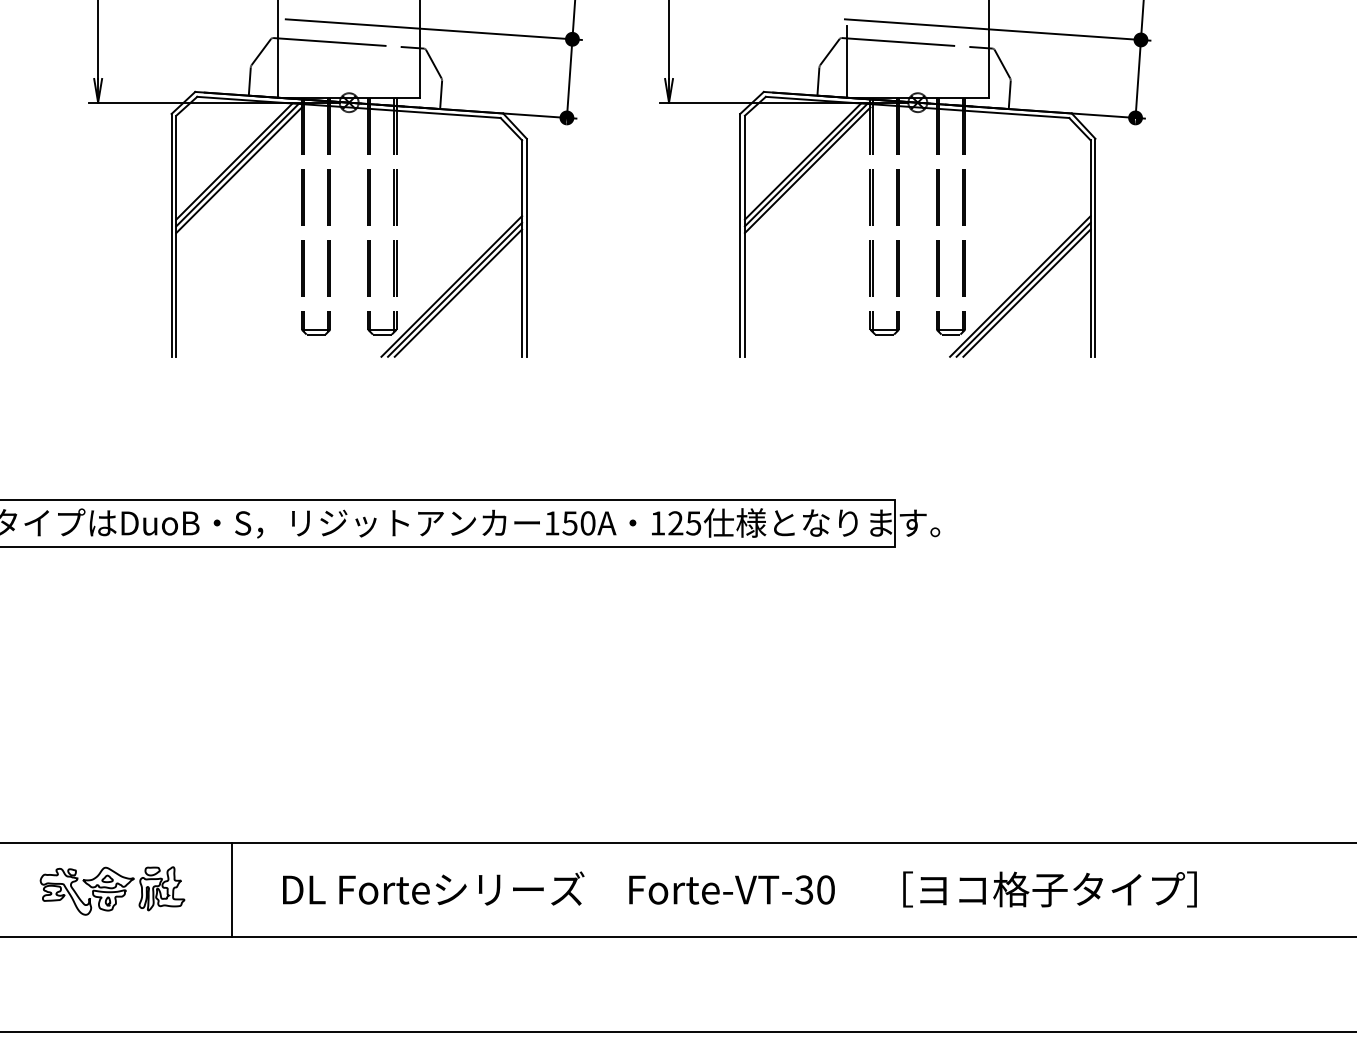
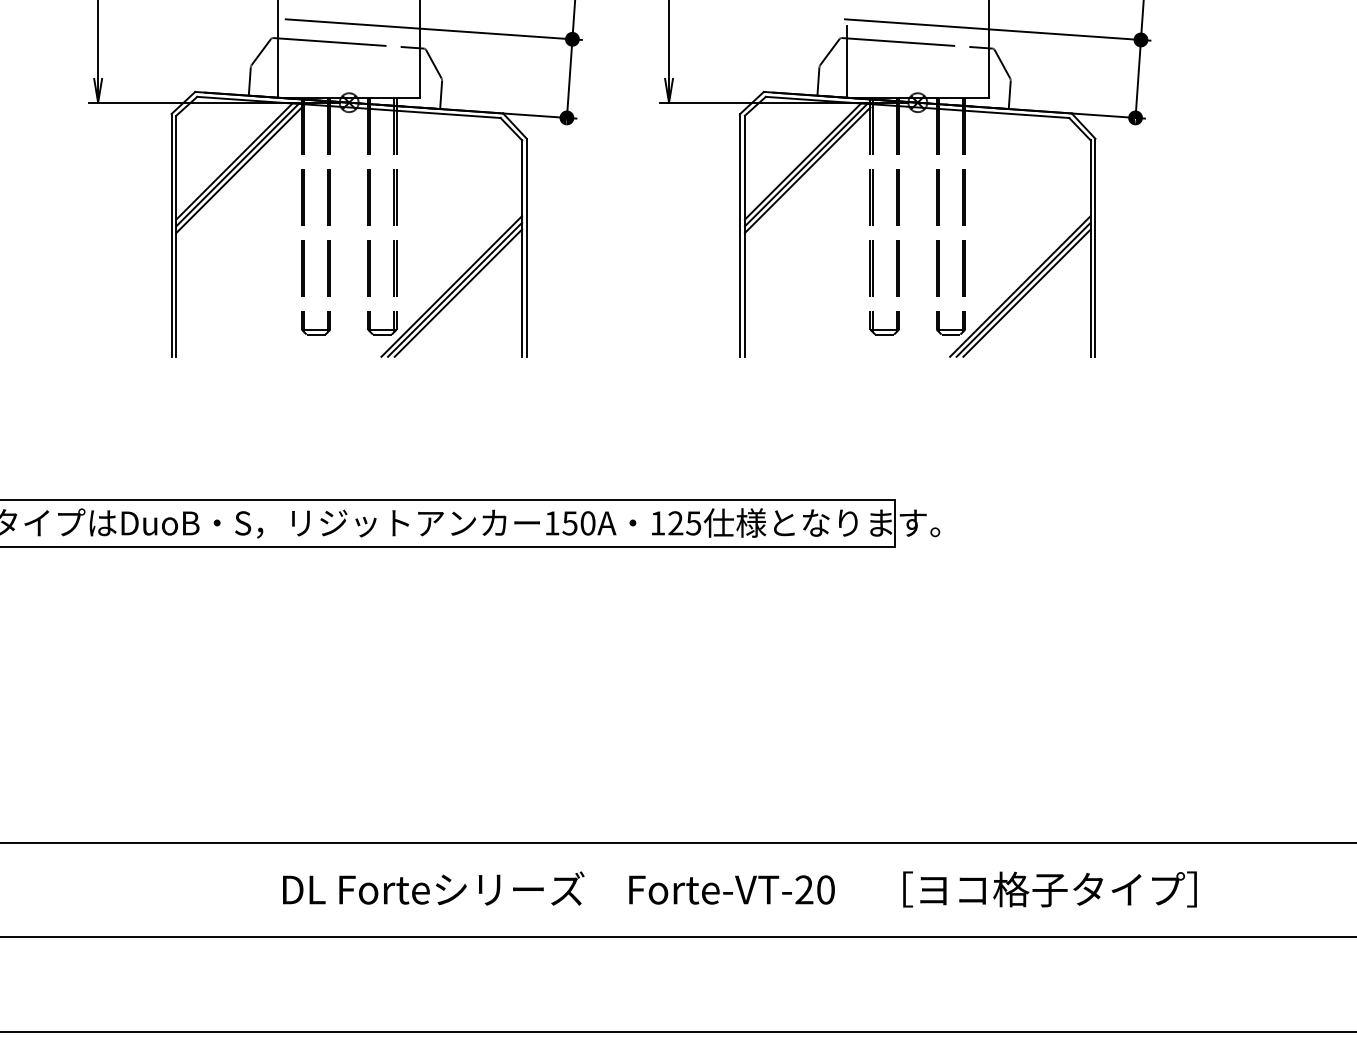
line at (231, 889): present -> none
text at (804, 889): Forte-VT-30 -> Forte-VT-20
part at (112, 890): present -> none
